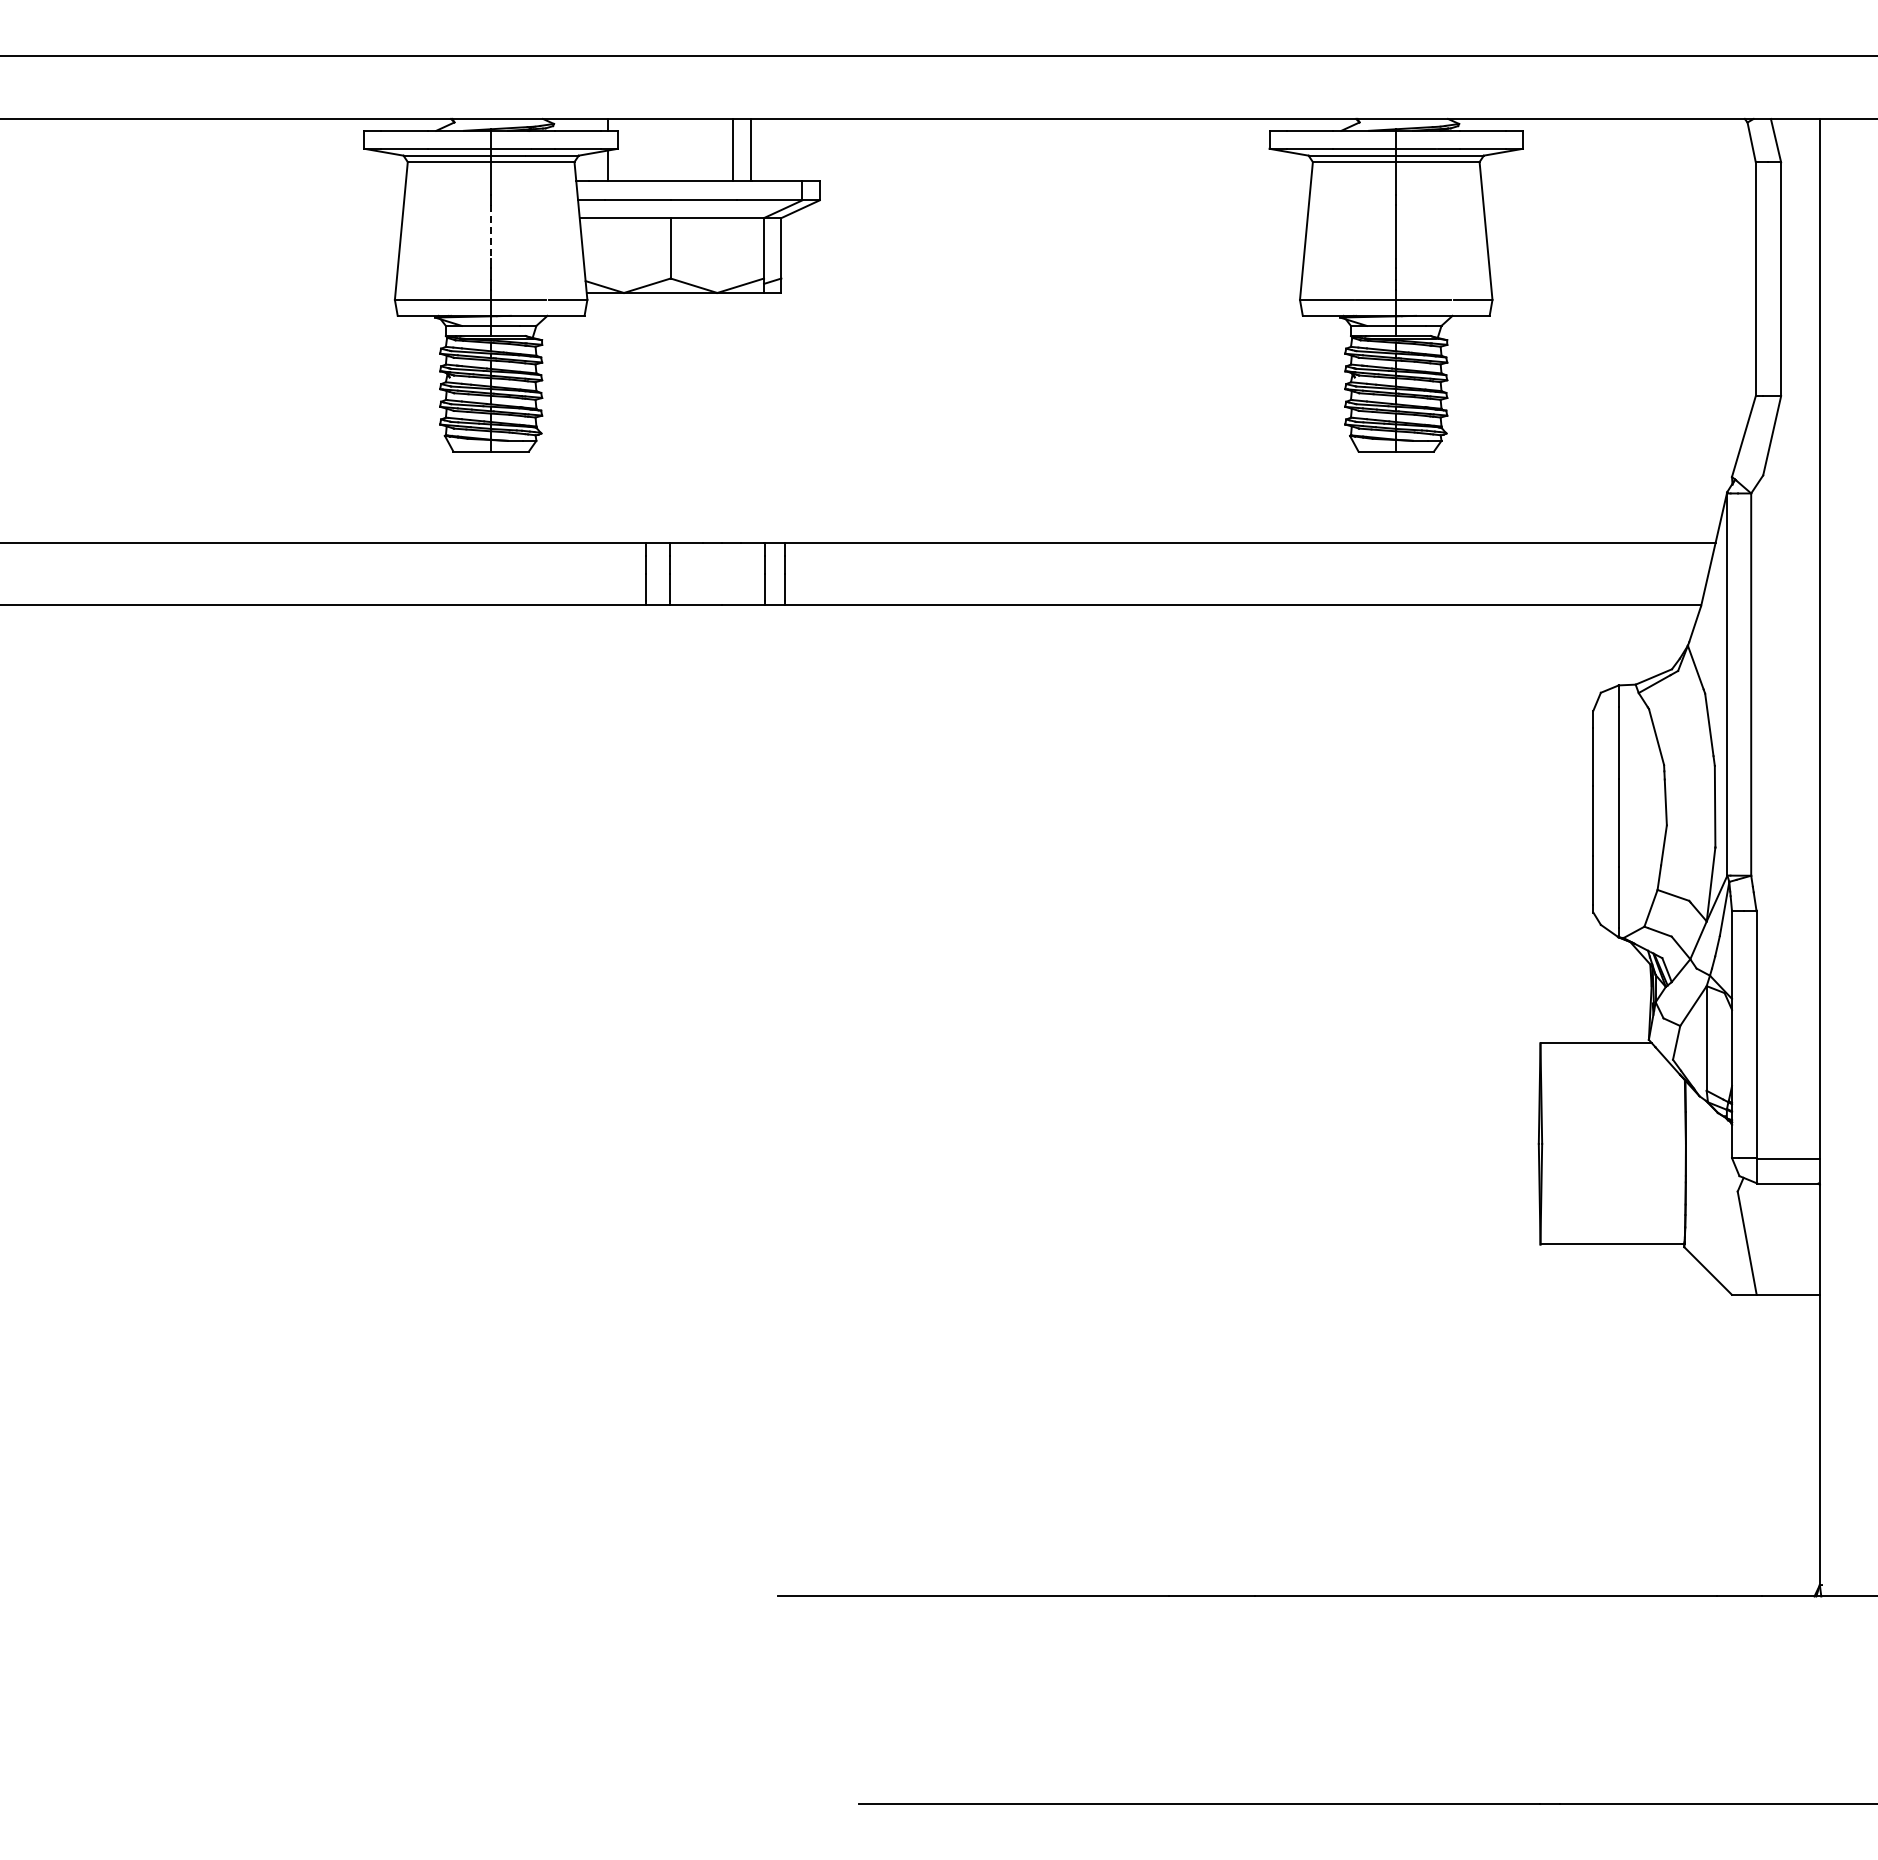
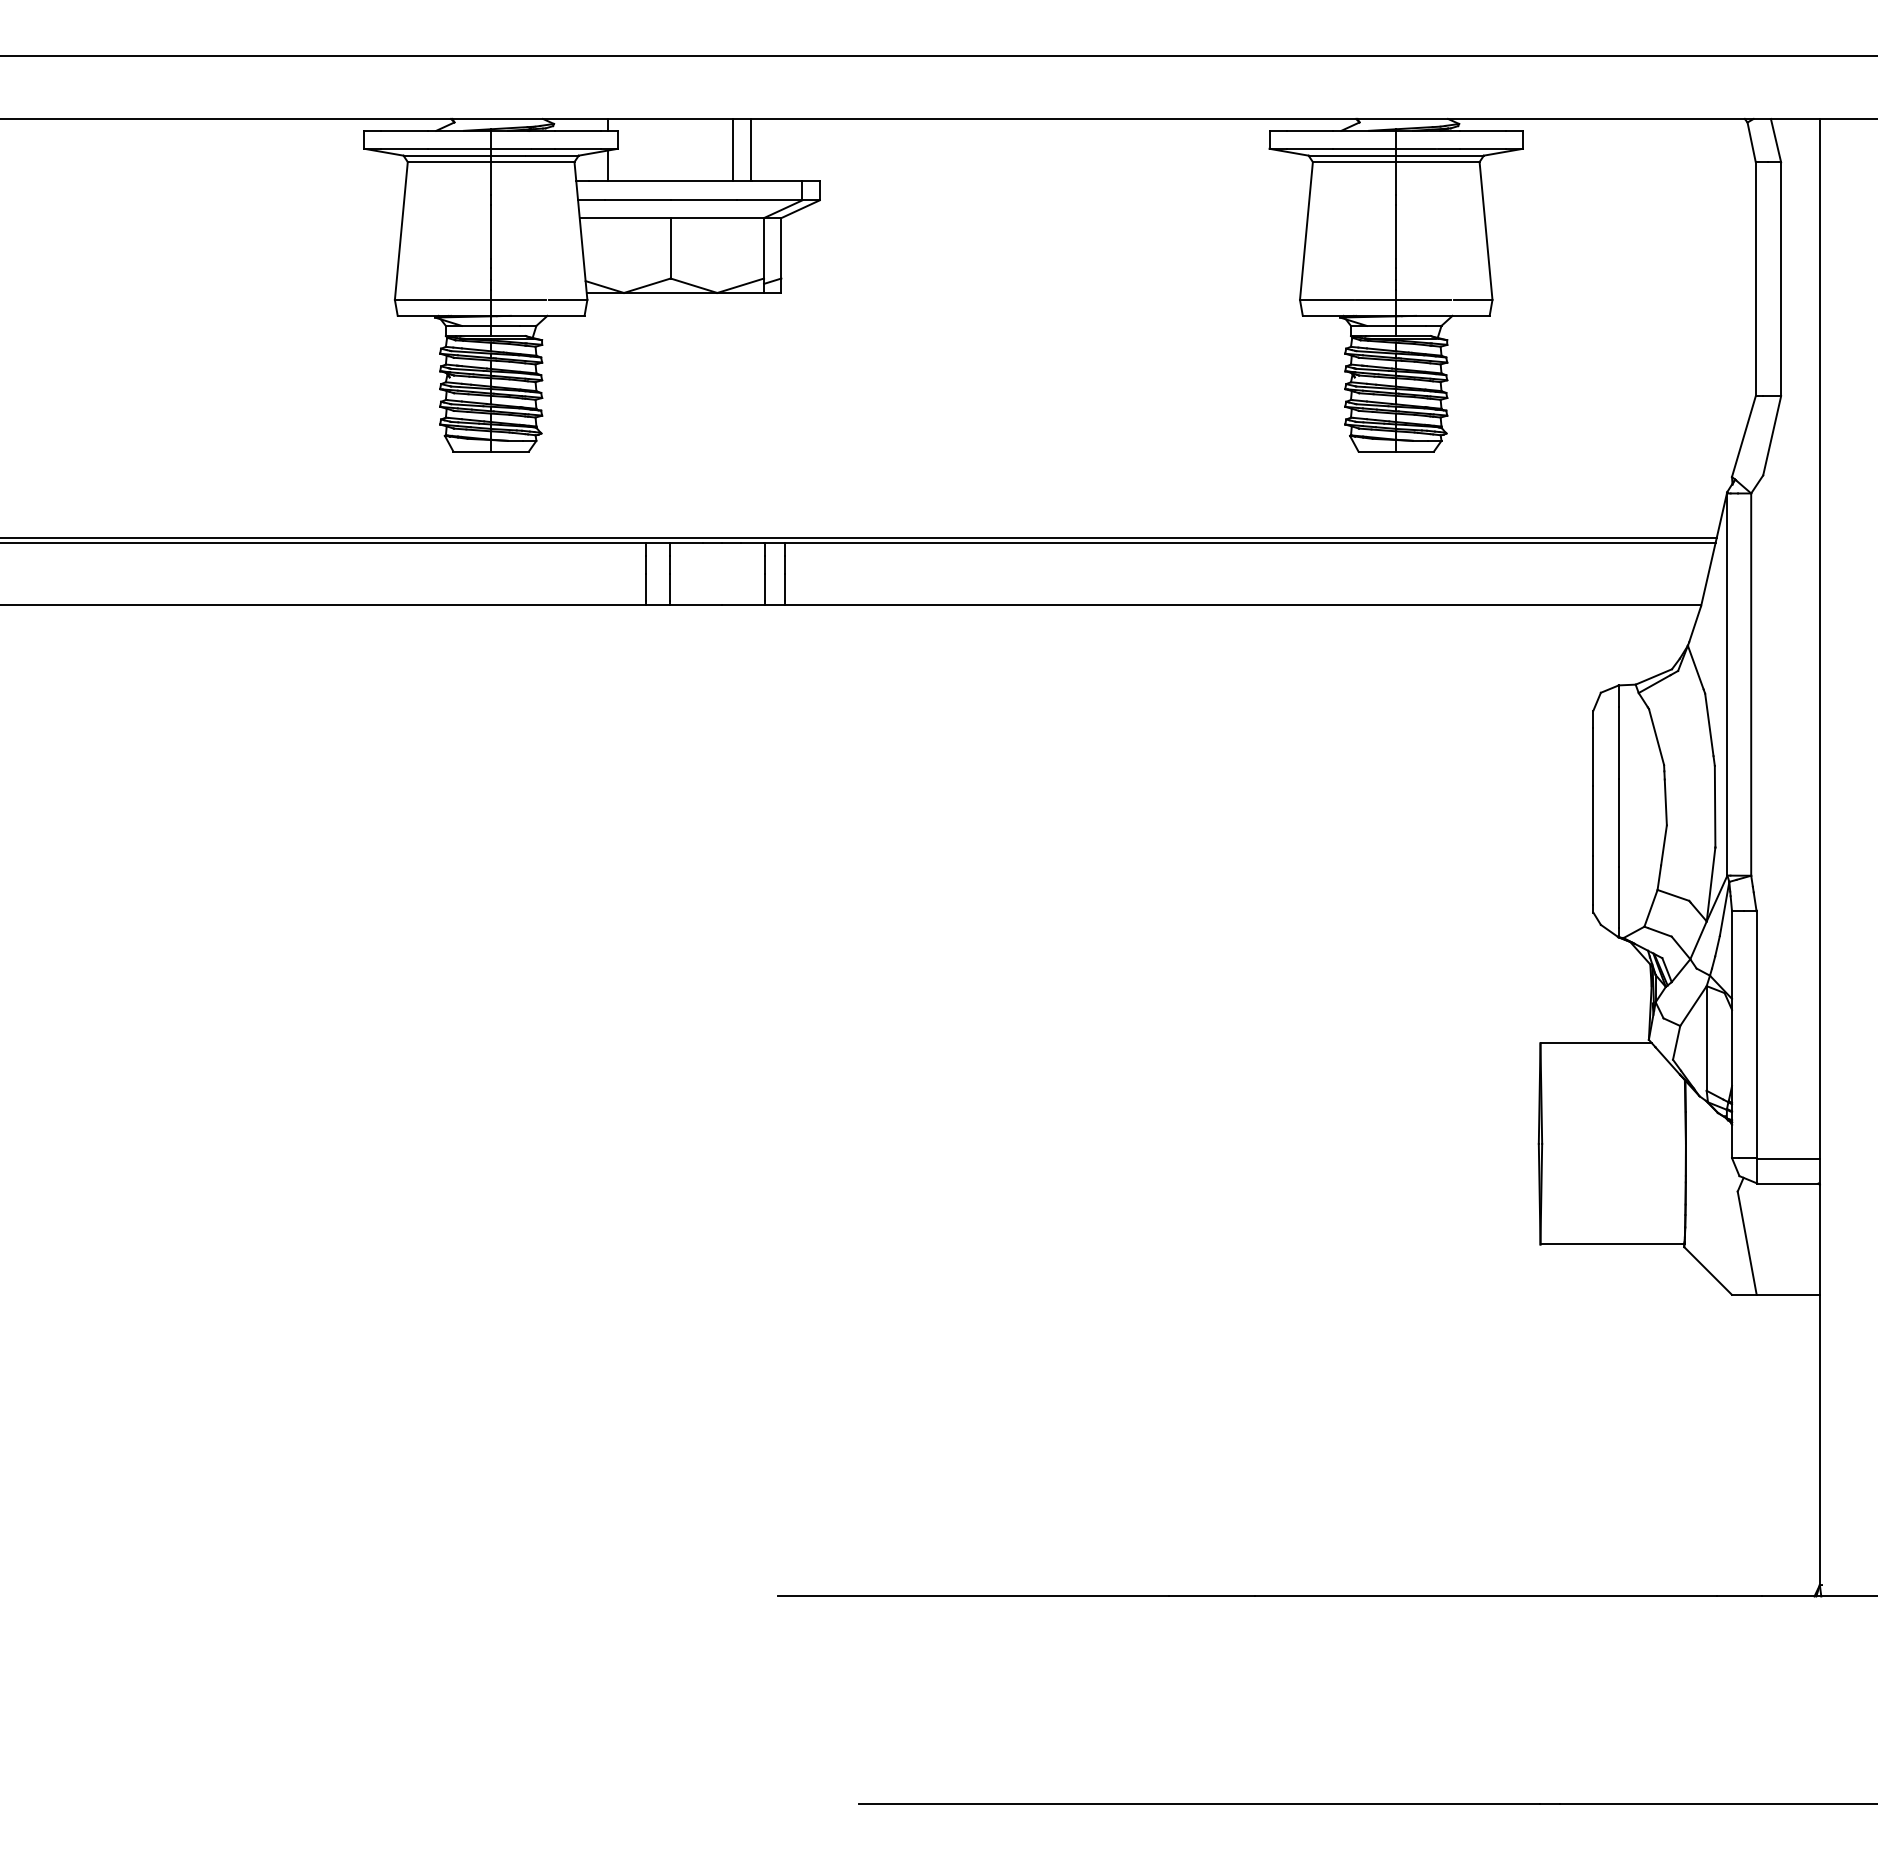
line at (491, 231): dashed -> solid
line at (859, 538): none -> present
